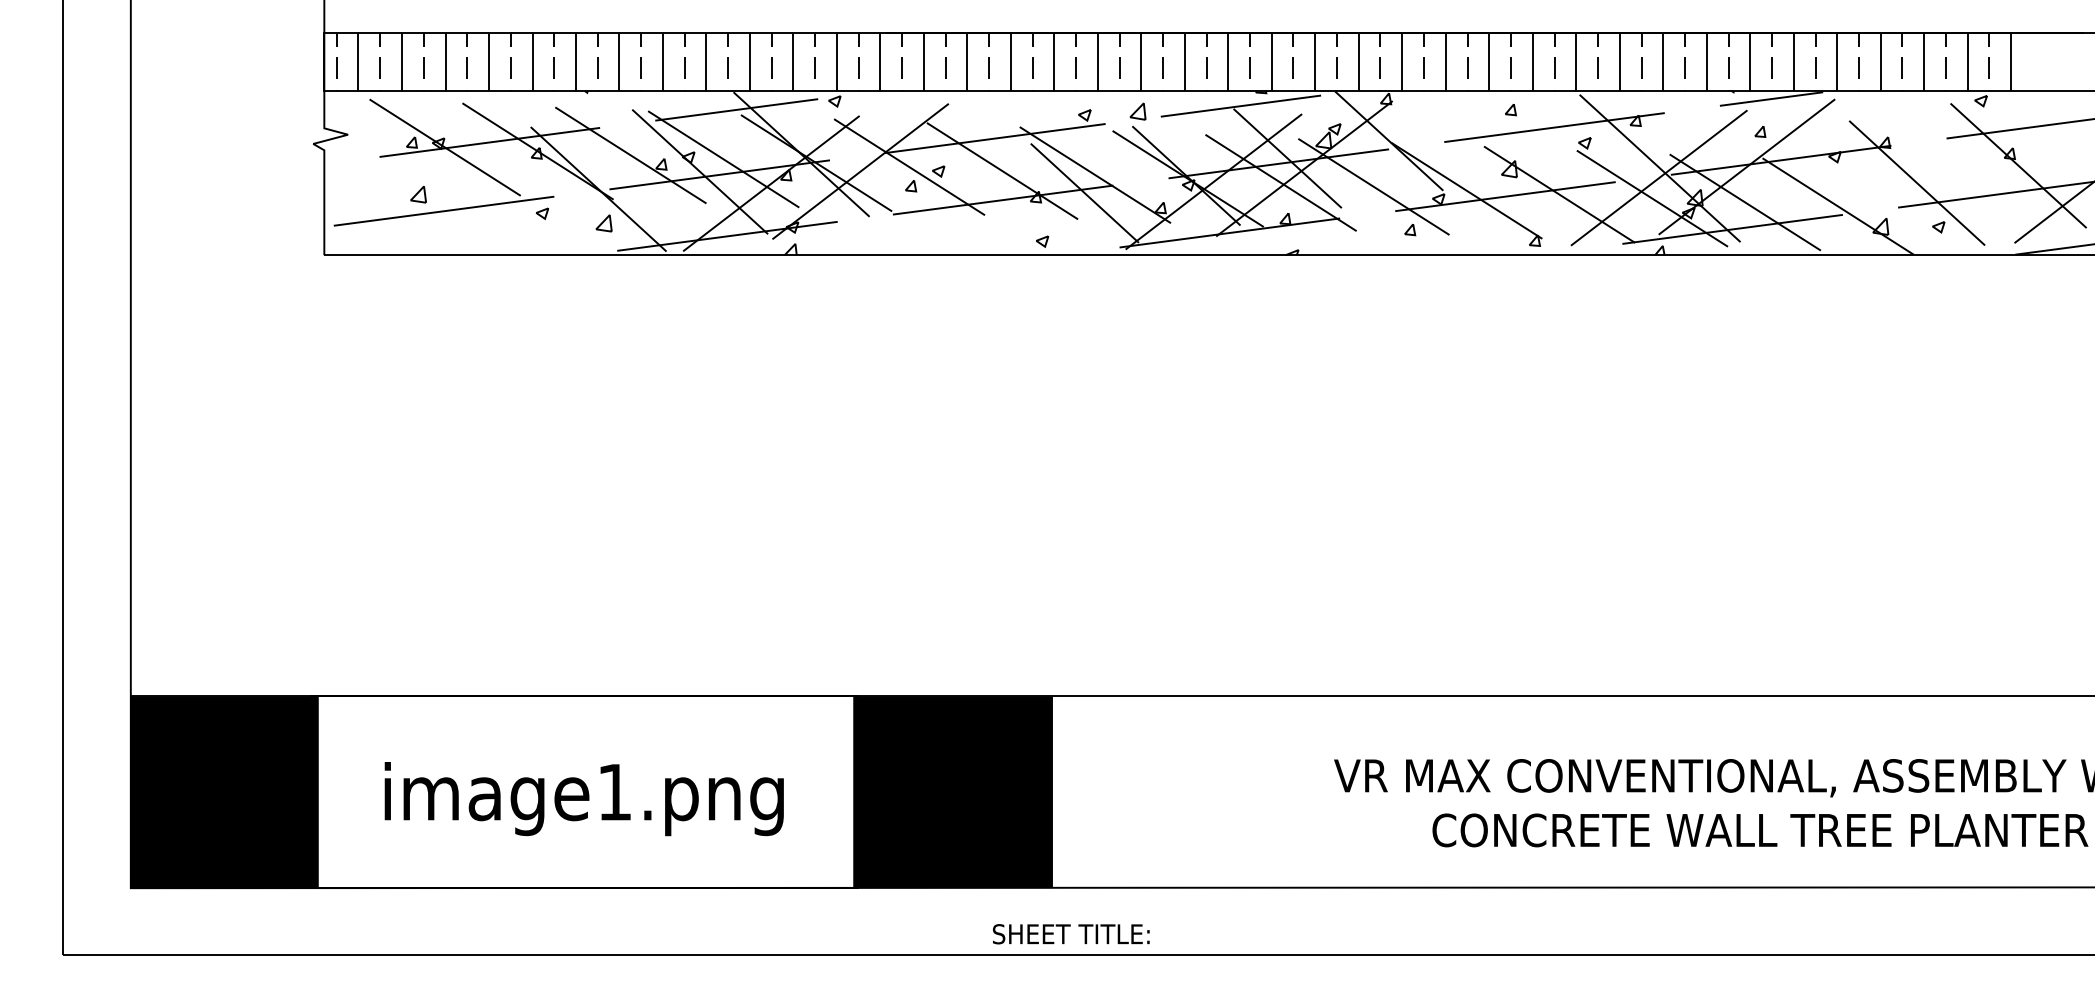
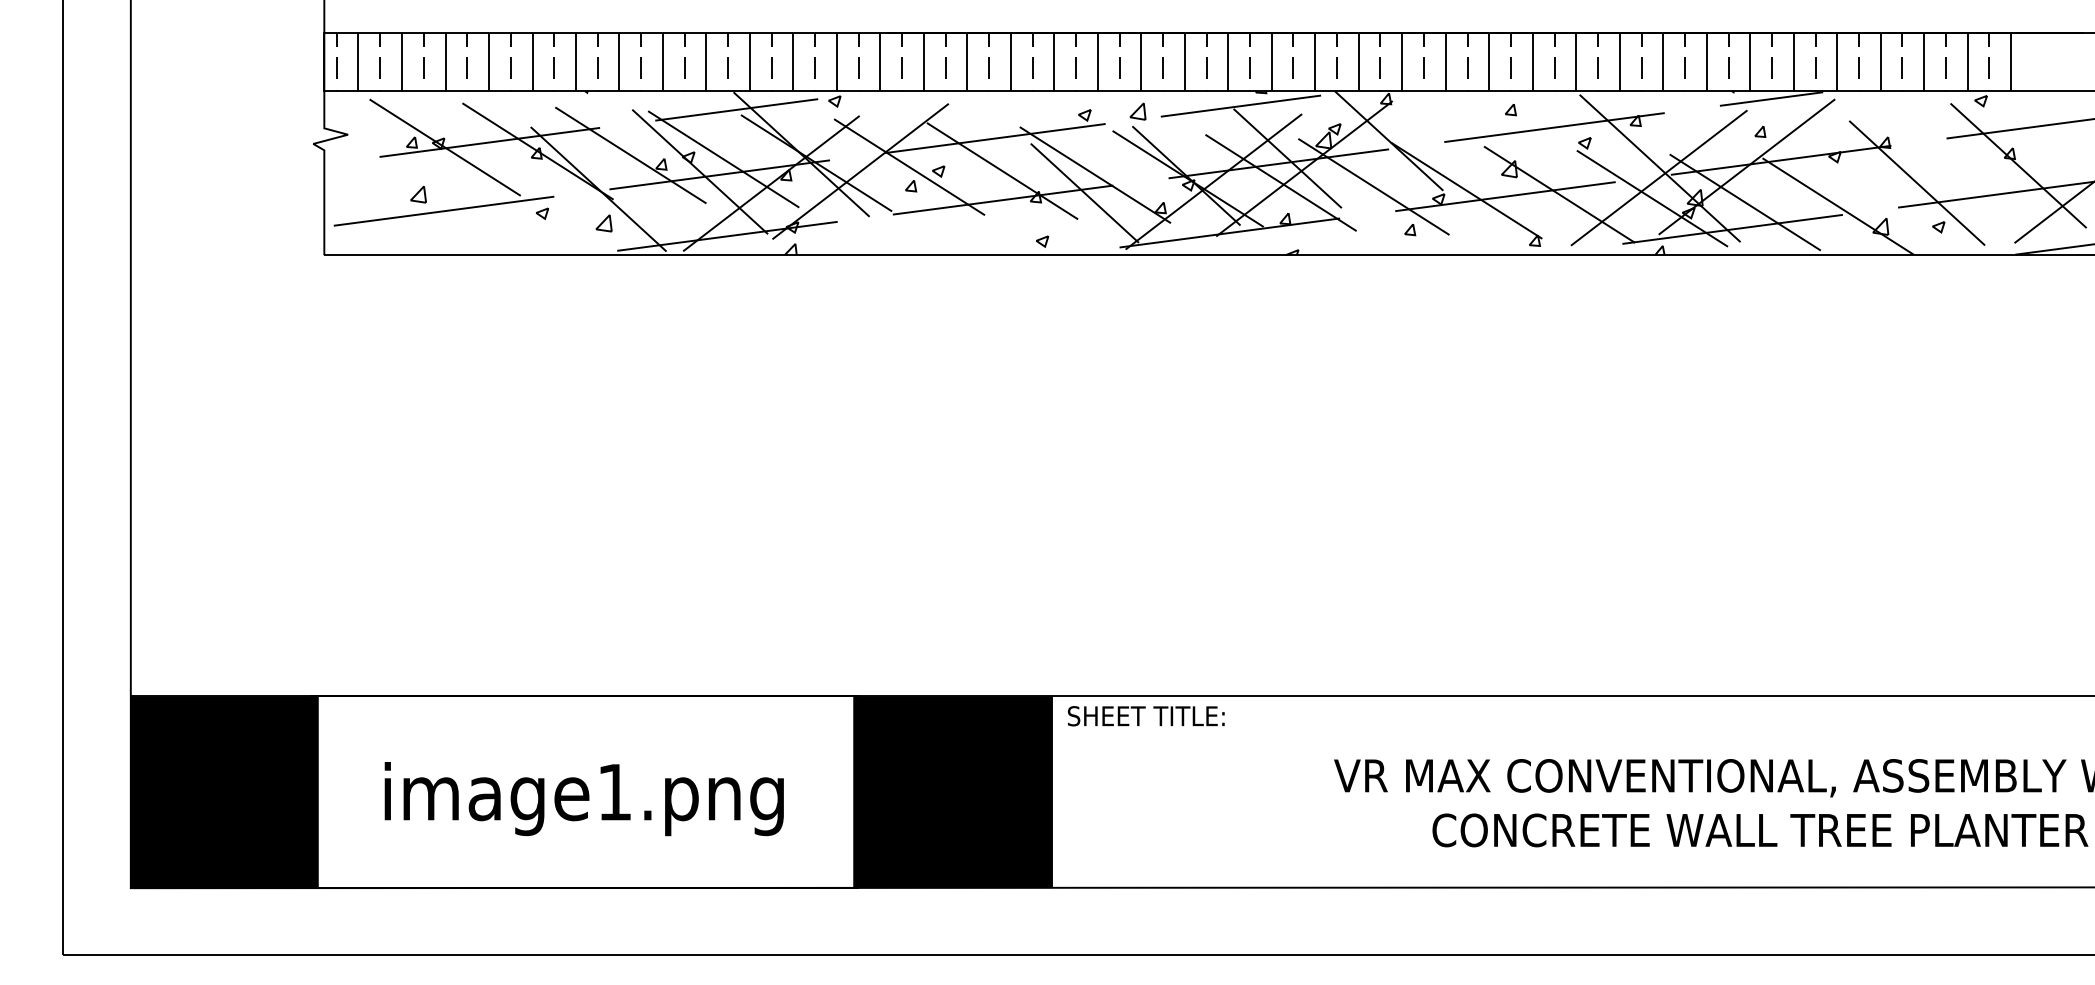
text at (1071, 934) position: (1071, 934) -> (1146, 716)
